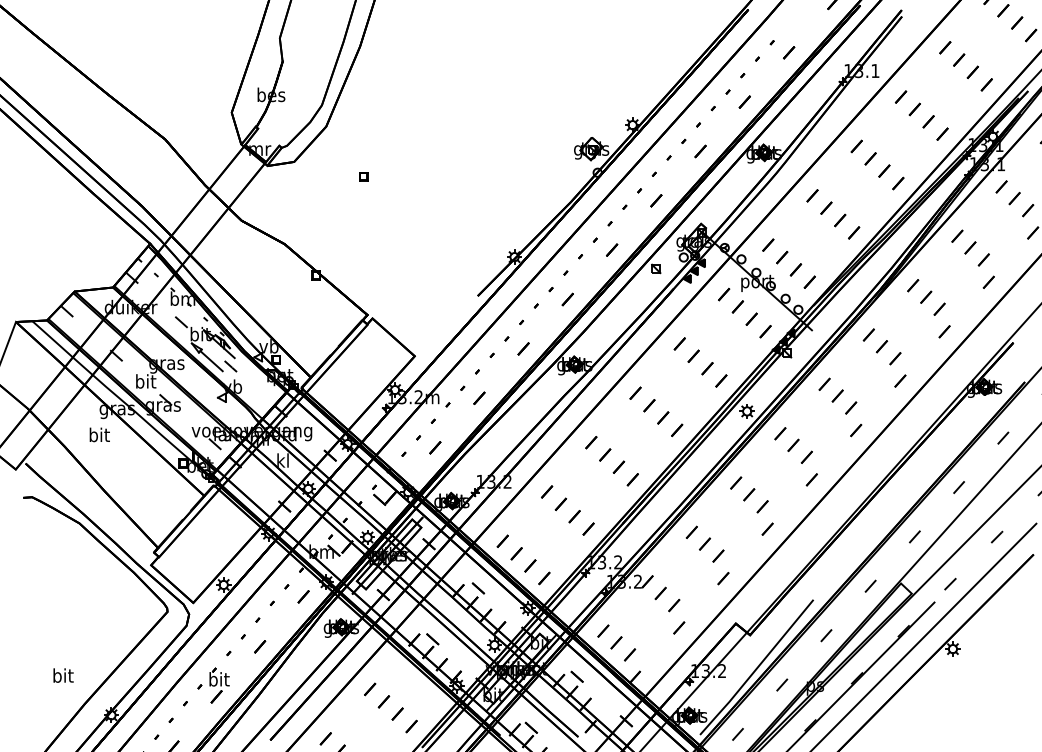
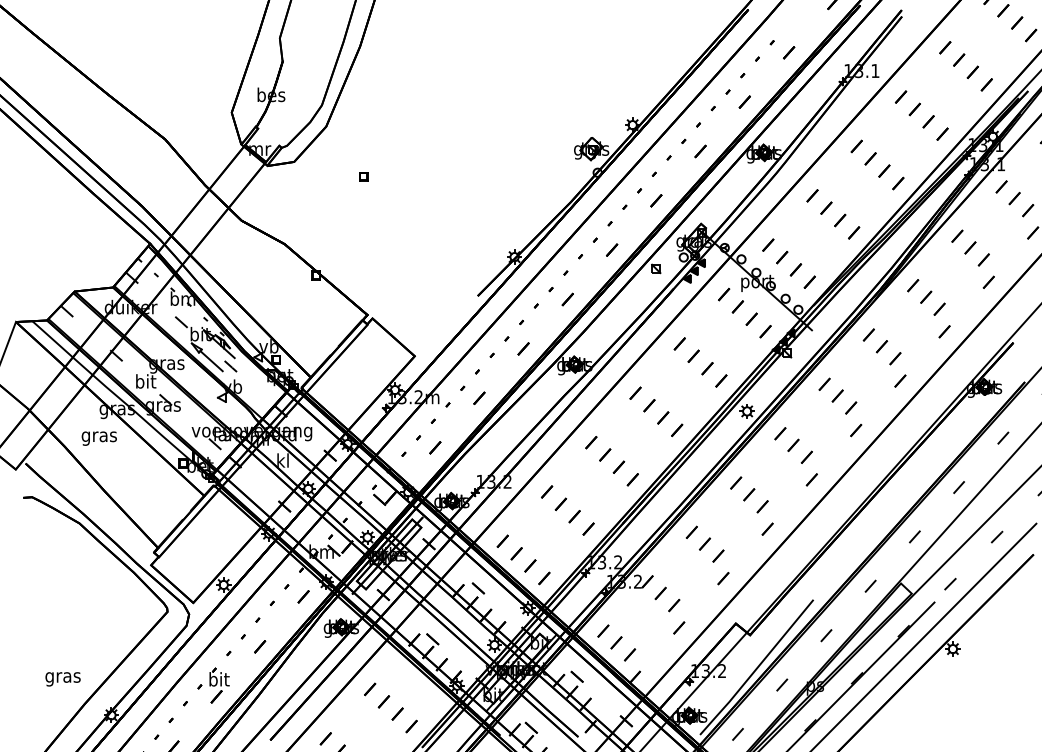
text at (98, 436): bit -> gras
text at (62, 677): bit -> gras
